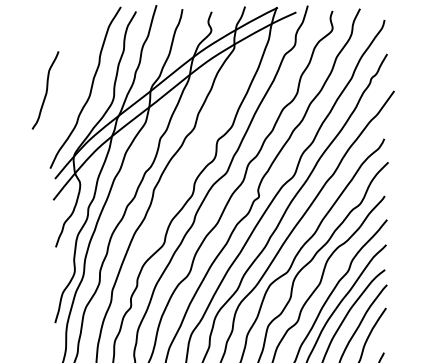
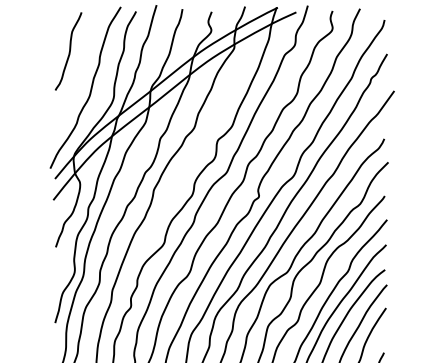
curve at (46, 90) position: (46, 90) -> (69, 51)
